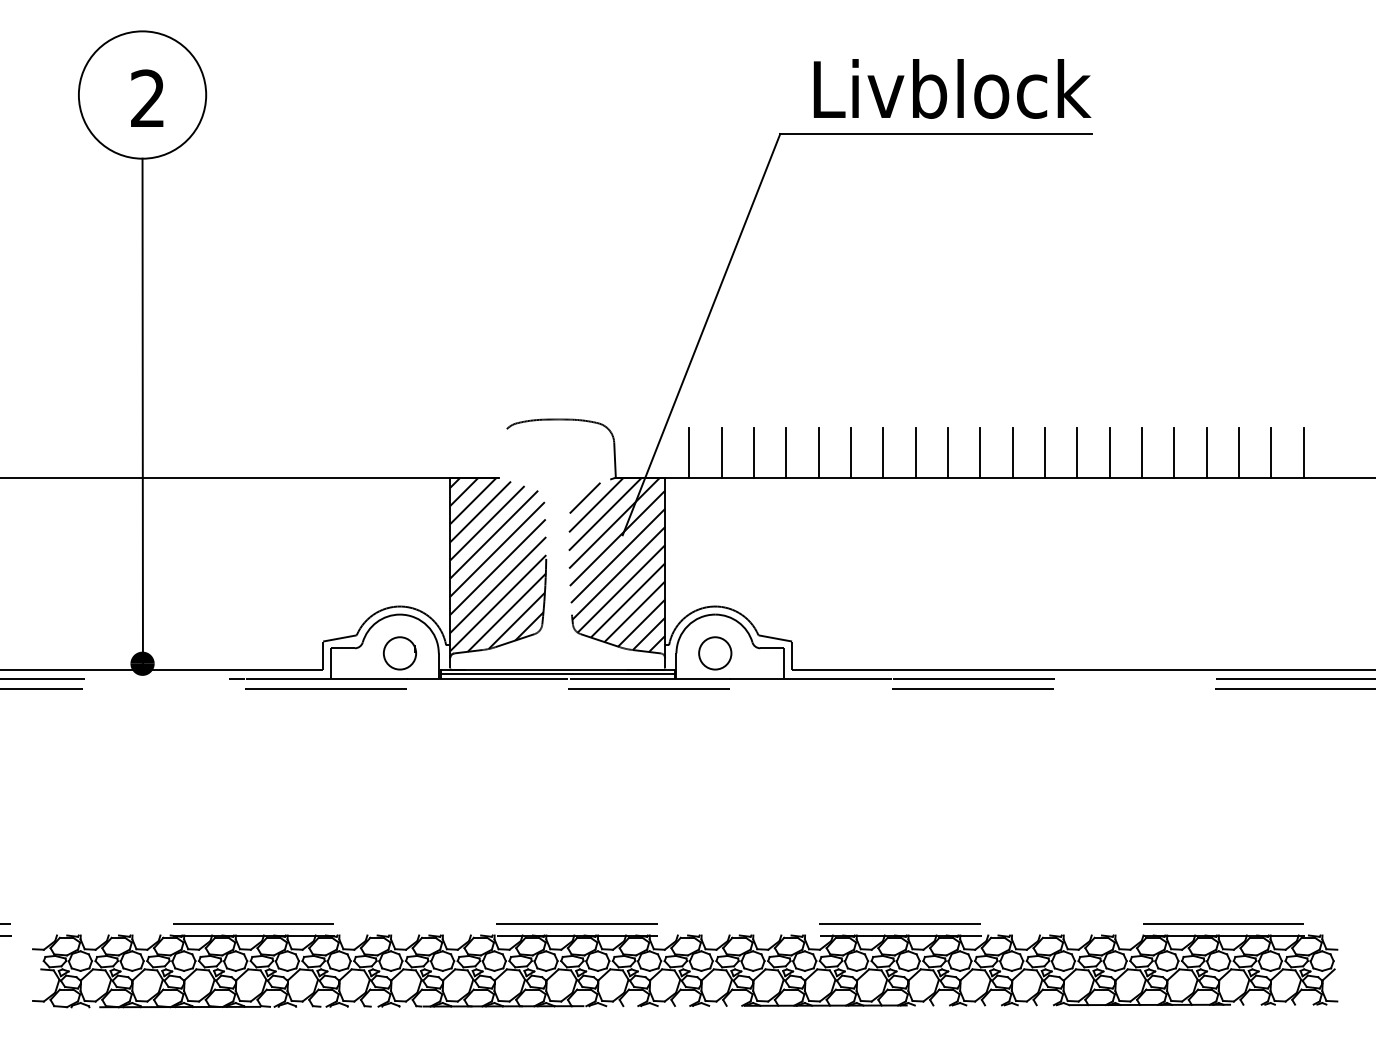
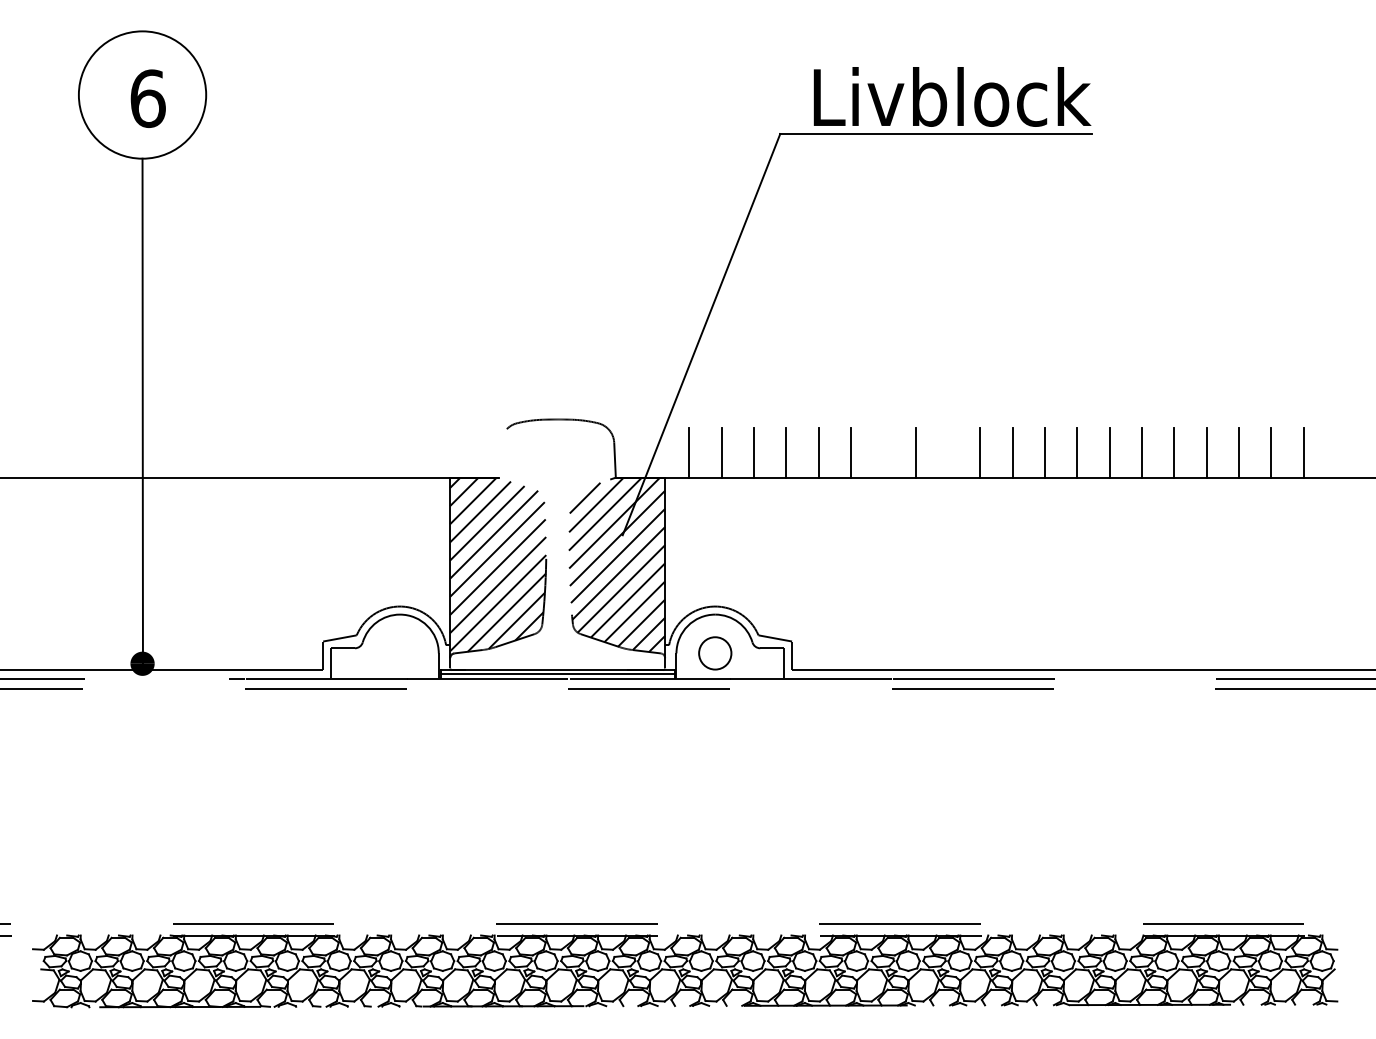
text at (952, 88) position: (952, 88) -> (952, 96)
text at (147, 98): 2 -> 6
line at (883, 452): present -> none
line at (947, 452): present -> none
circle at (399, 653): present -> none
